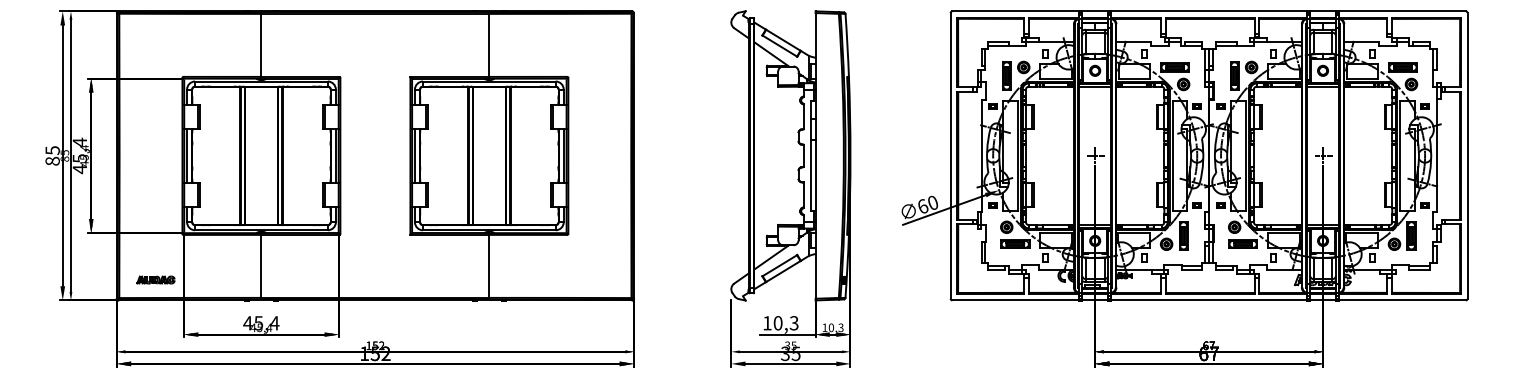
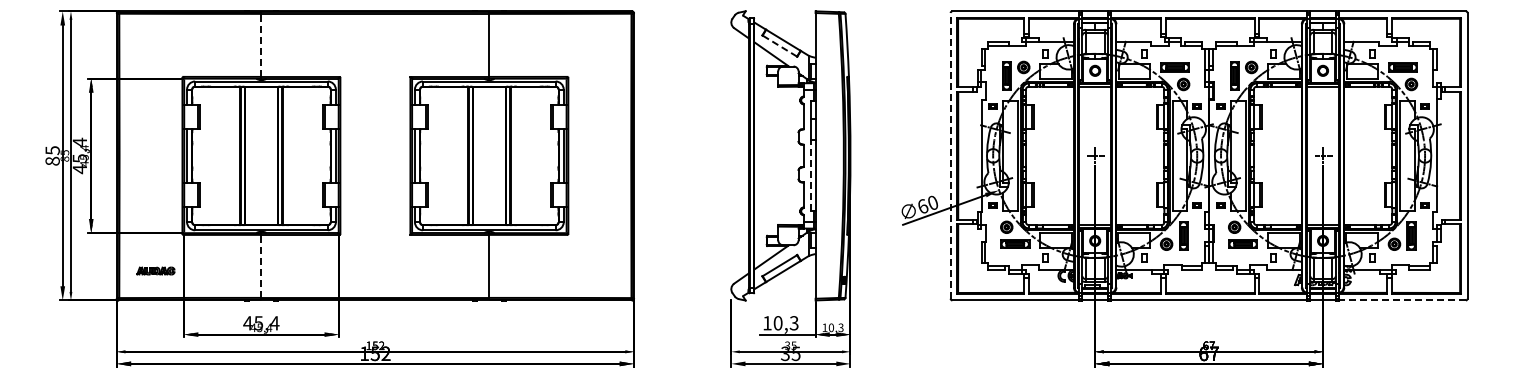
line at (261, 44): solid -> dashed
line at (779, 45): solid -> dashed
line at (950, 155): solid -> dashed
line at (810, 175): solid -> dashed
line at (261, 265): solid -> dashed
part at (155, 279) position: (155, 279) -> (155, 270)
line at (1402, 300): solid -> dashed
